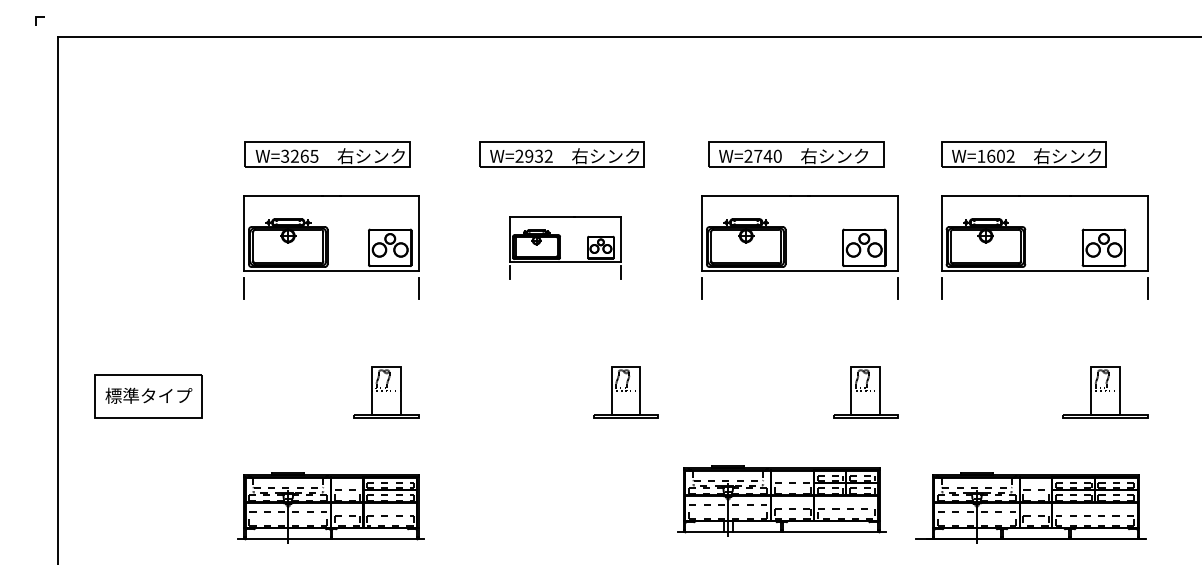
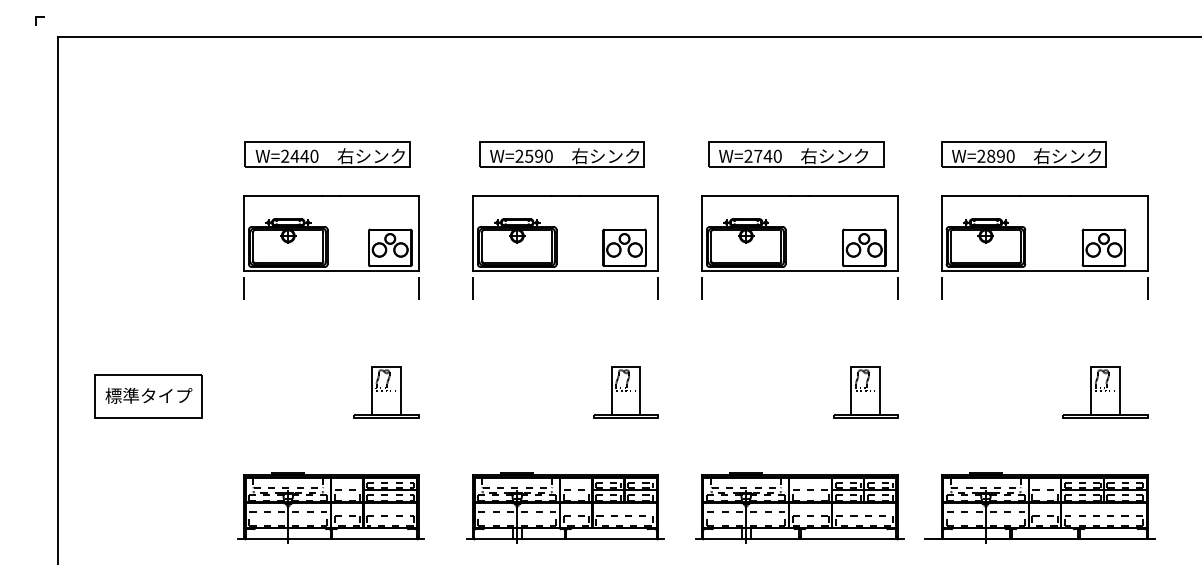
text at (299, 155): W=3265 -> W=2440
text at (538, 155): W=2932 -> W=2590
text at (995, 155): W=1602 -> W=2890
part at (565, 247) size: 113x64 px -> 187x105 px
part at (781, 500) position: (781, 500) -> (799, 507)
part at (565, 507): none -> present
part at (1030, 507) position: (1030, 507) -> (1039, 507)
